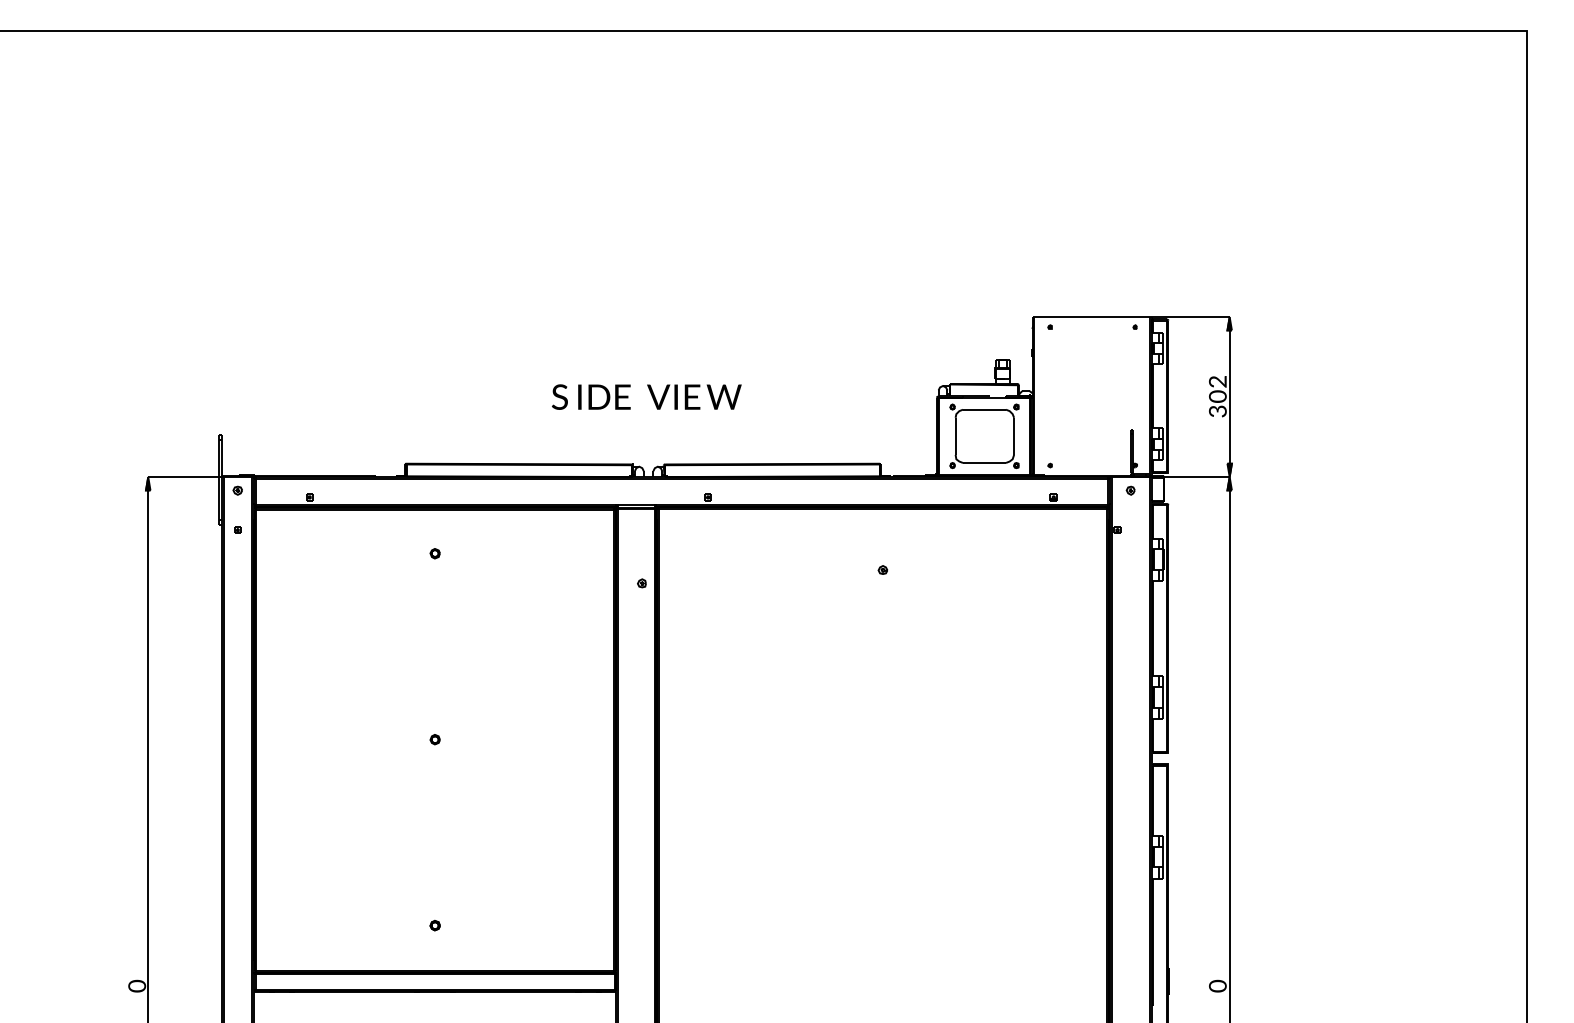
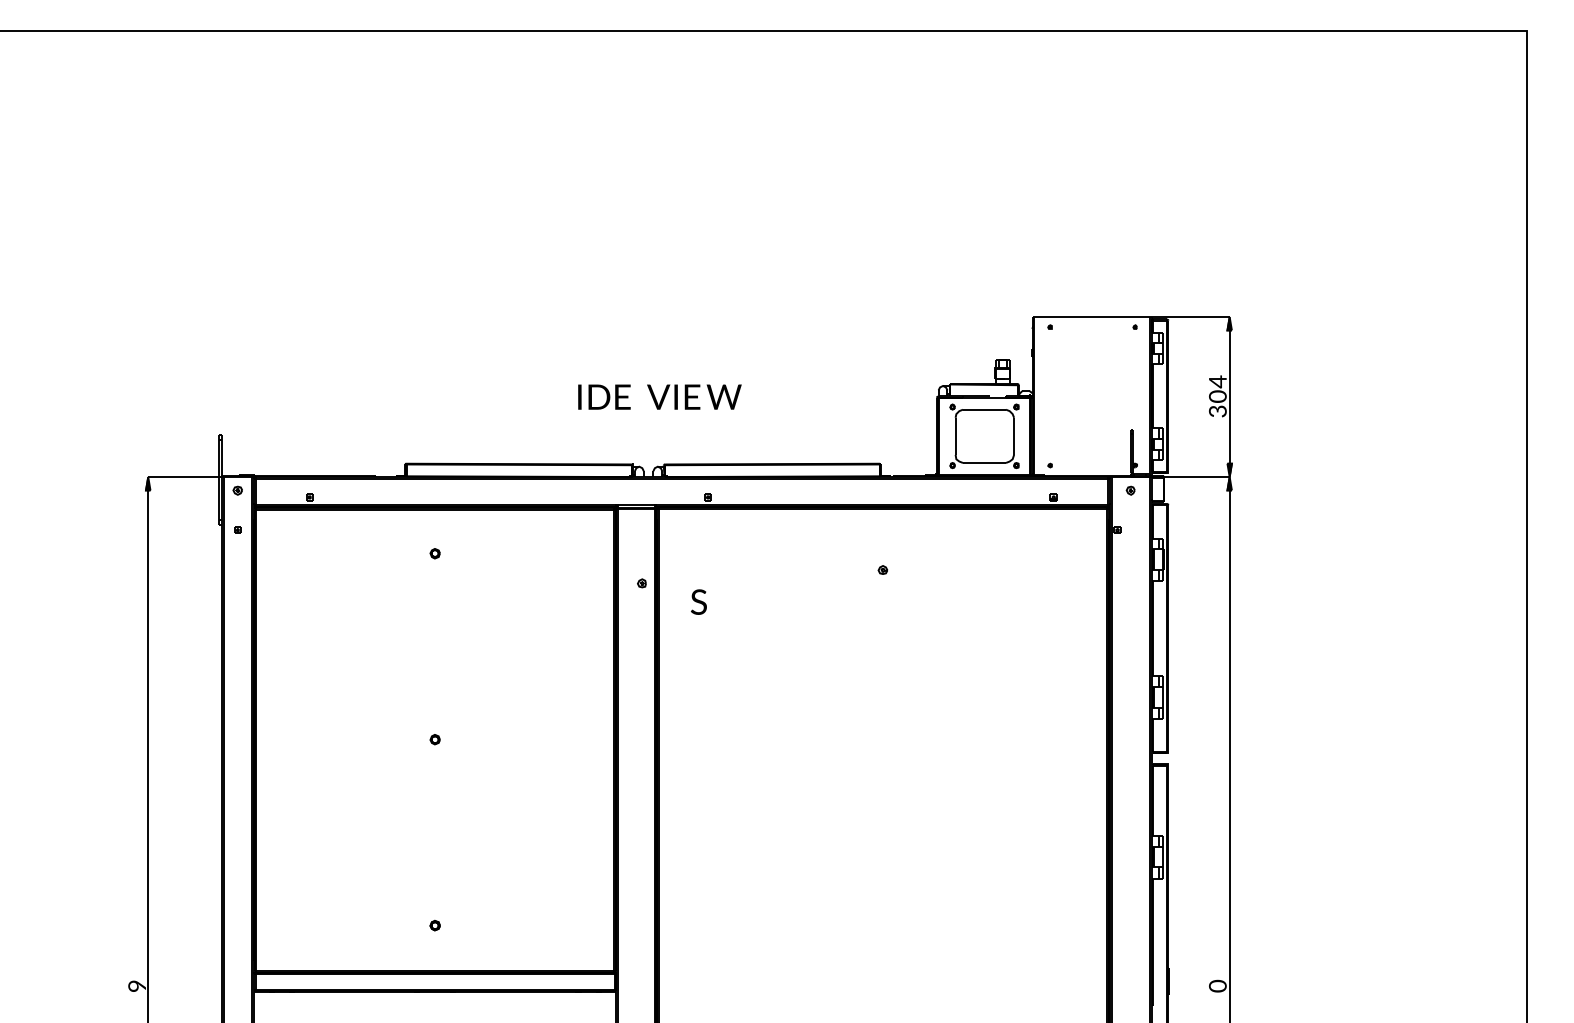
text at (1217, 381): 2 -> 4
text at (559, 396) position: (559, 396) -> (698, 601)
text at (138, 985): 0 -> 9
